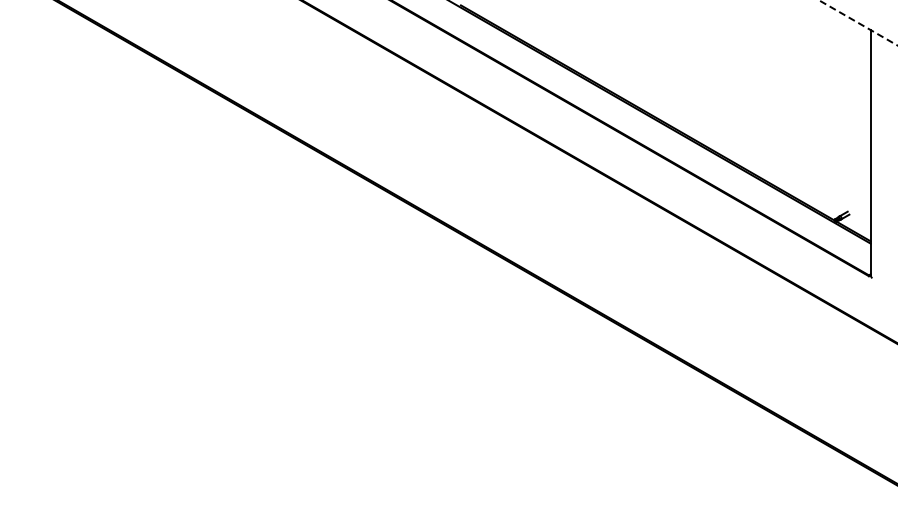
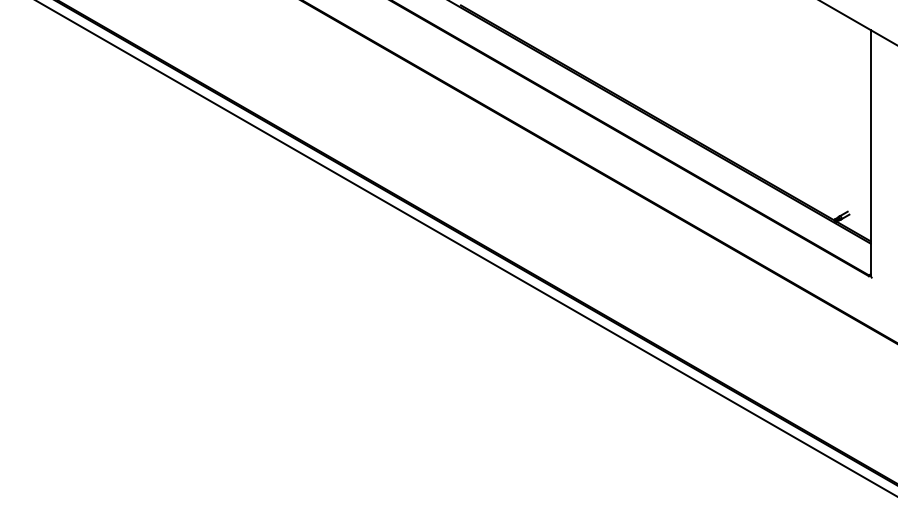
line at (858, 23): dashed -> solid
line at (466, 248): none -> present
